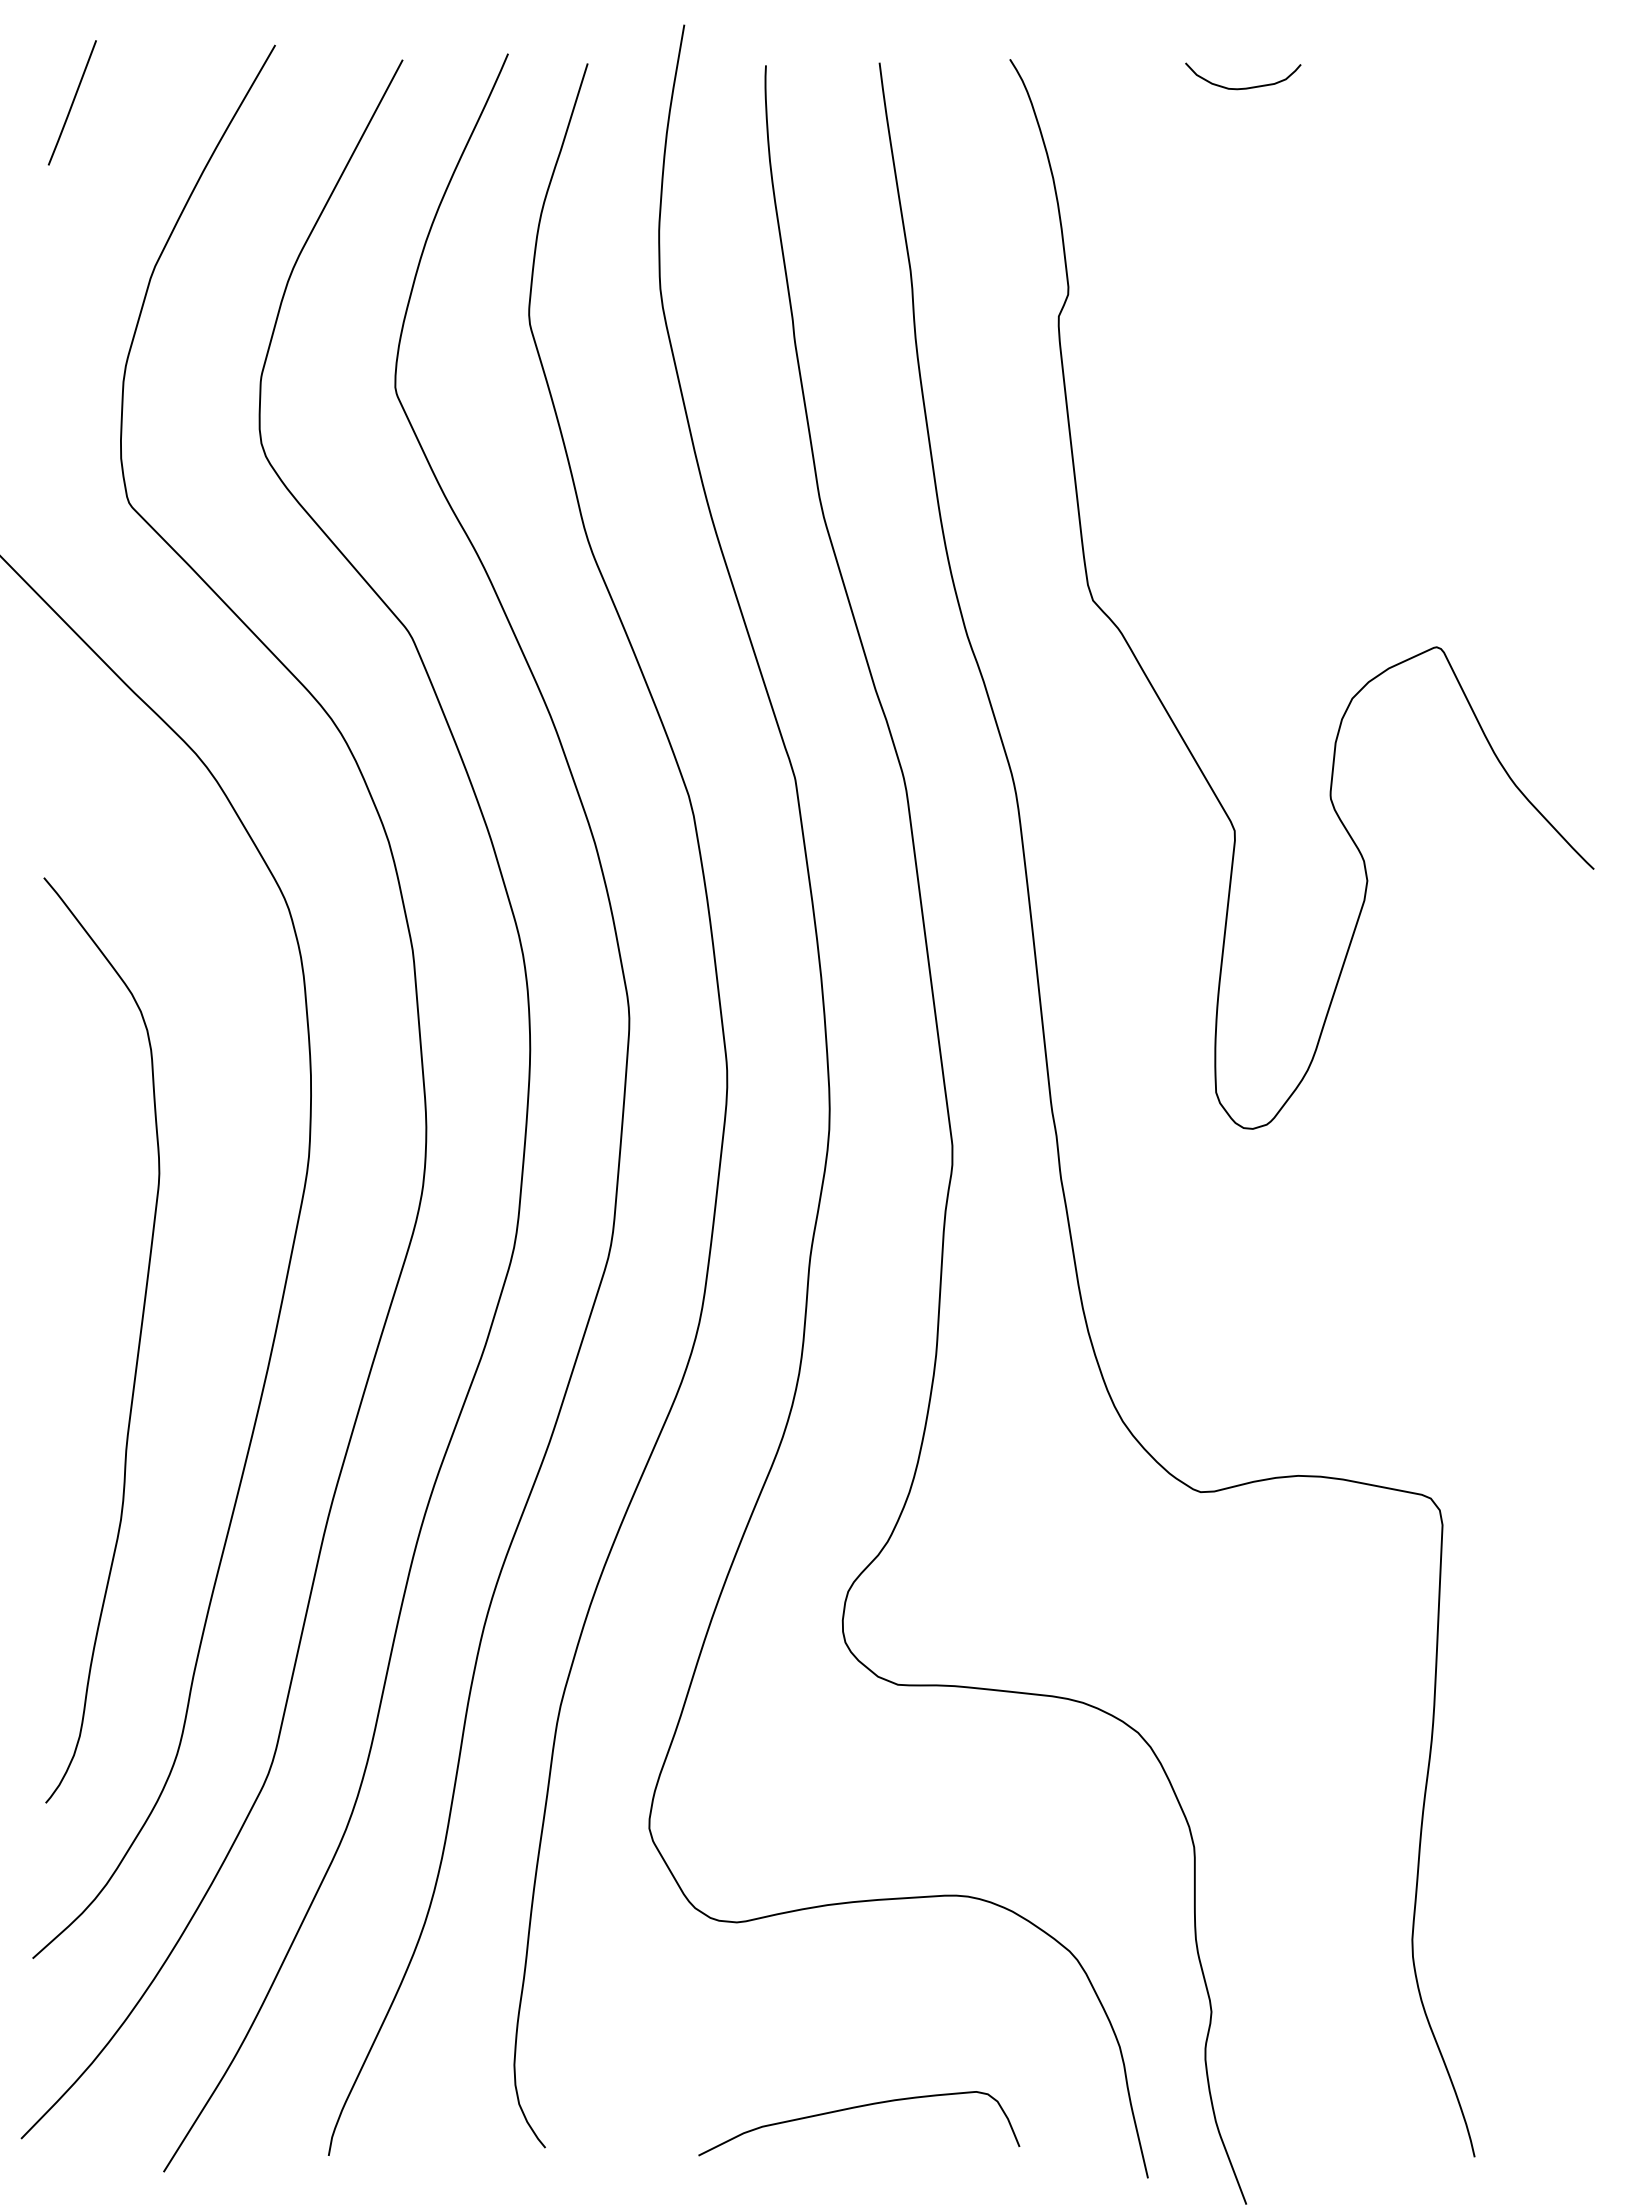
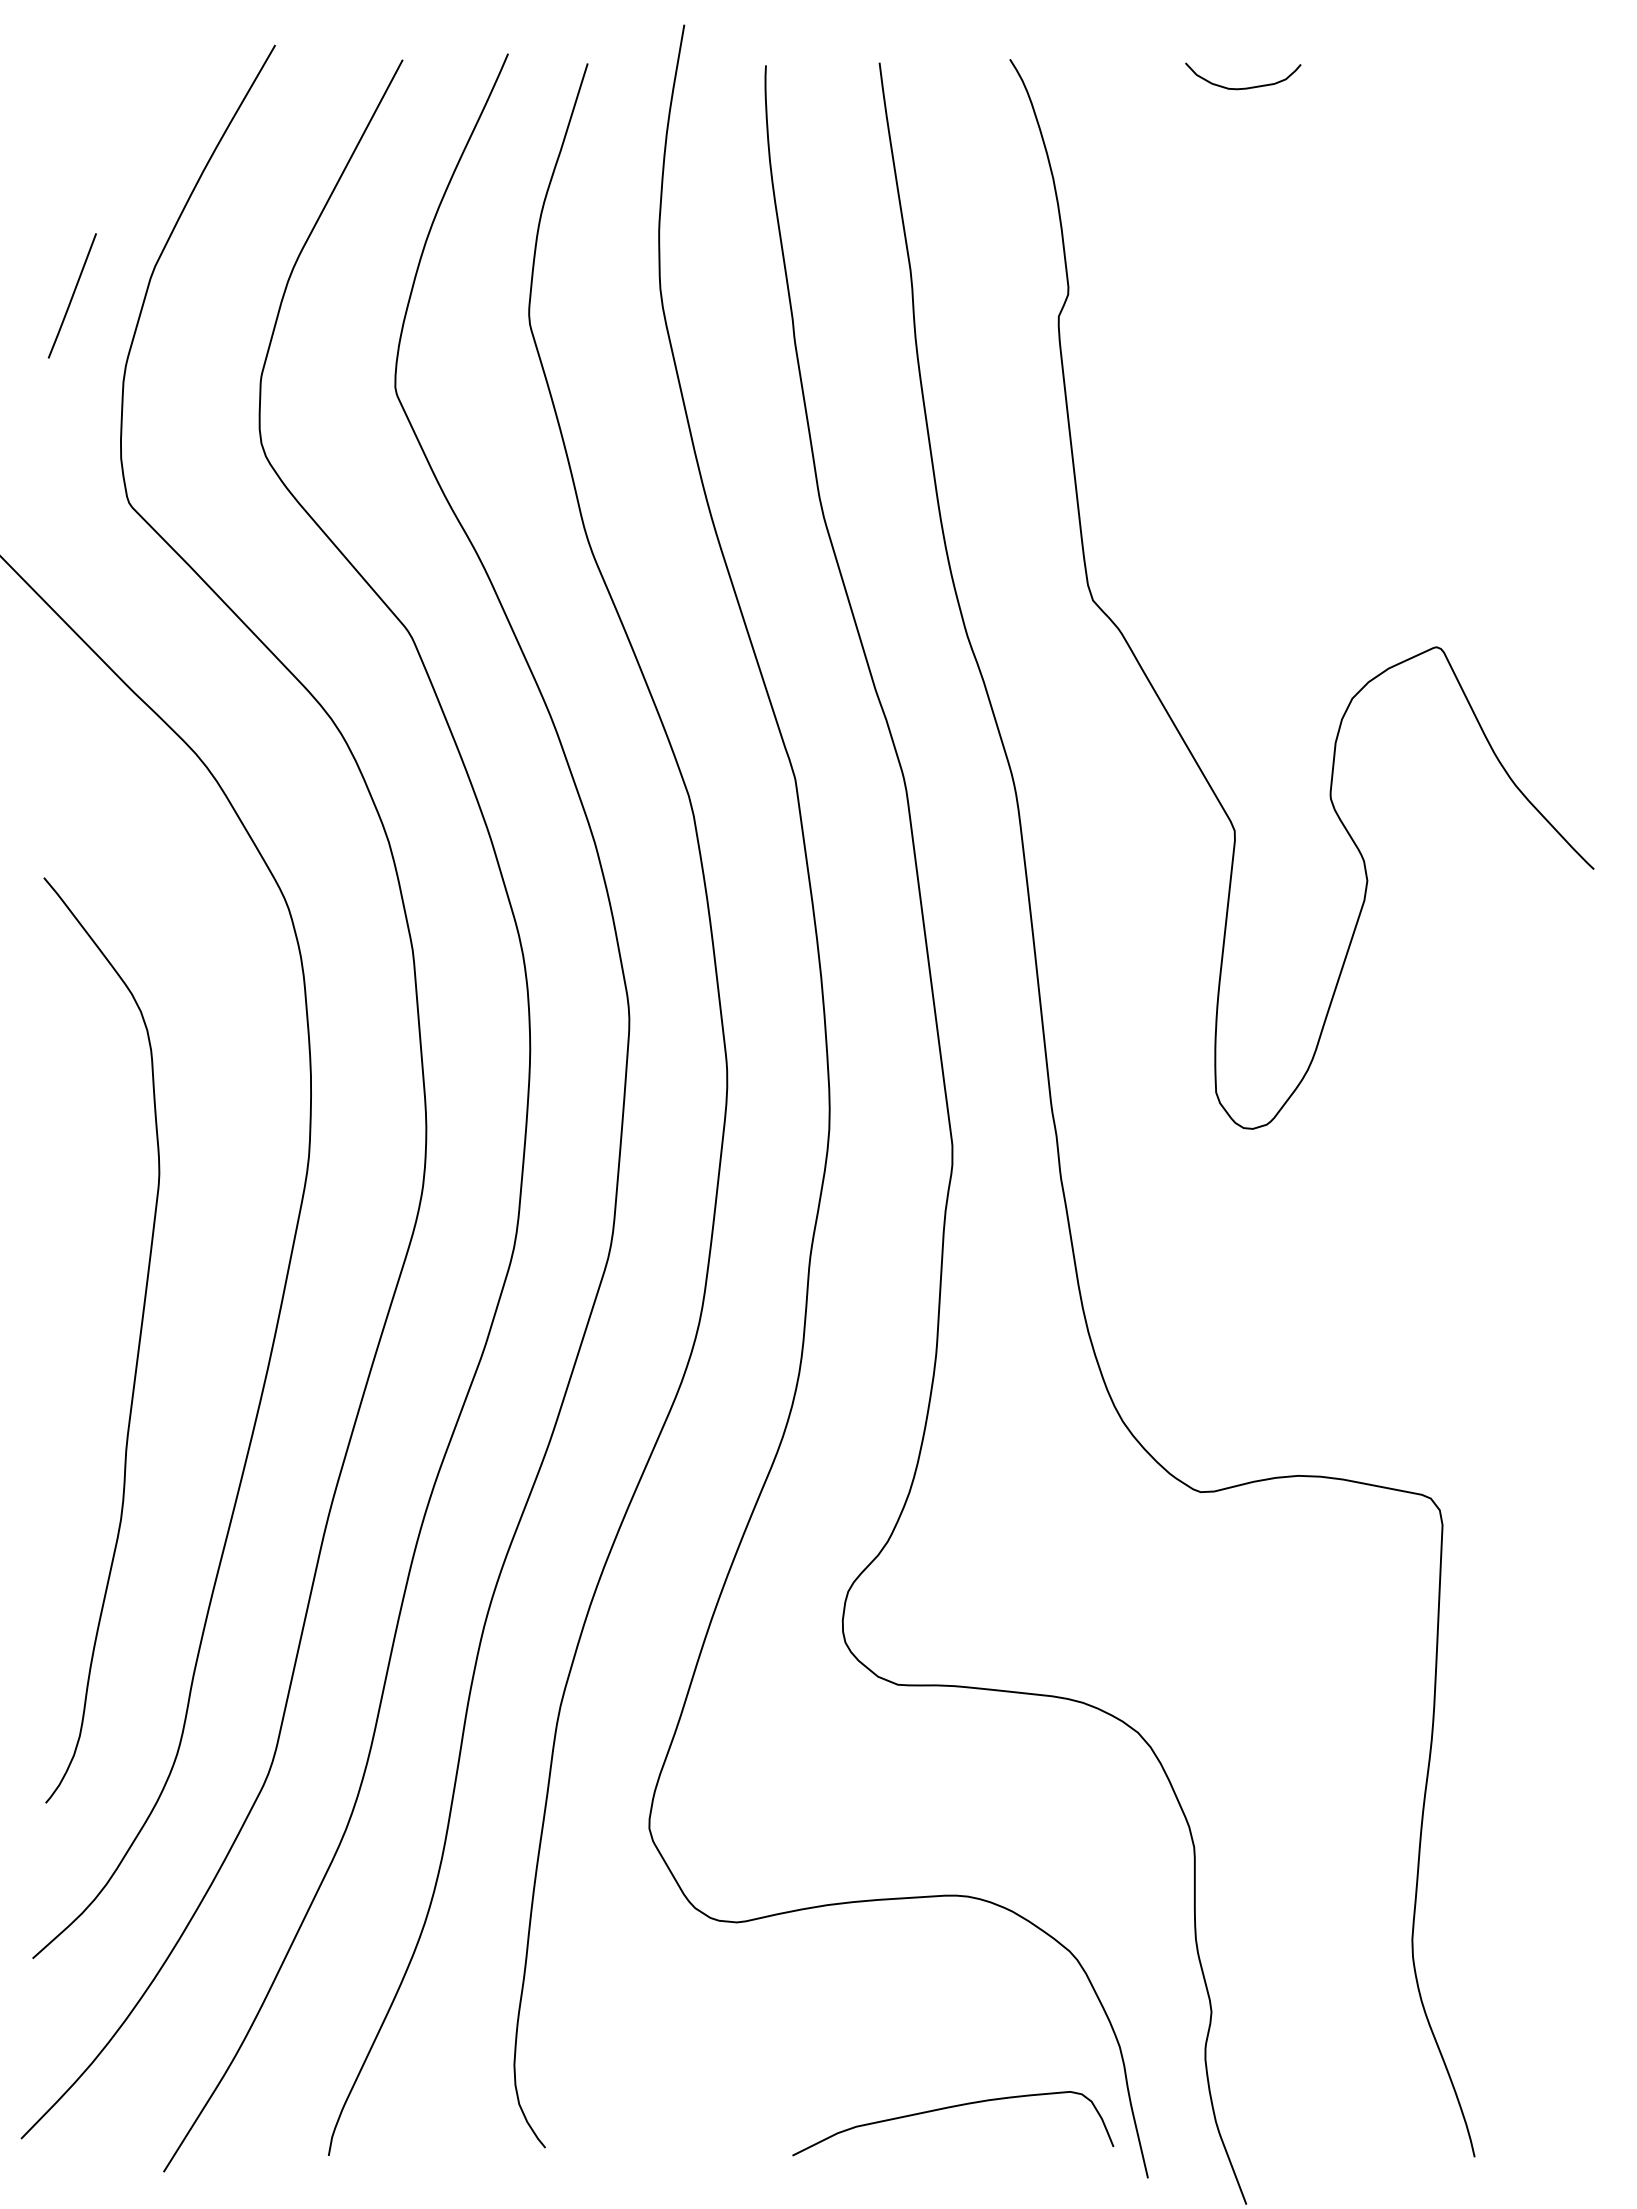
line at (72, 102) position: (72, 102) -> (72, 295)
curve at (855, 2108) position: (855, 2108) -> (949, 2108)
